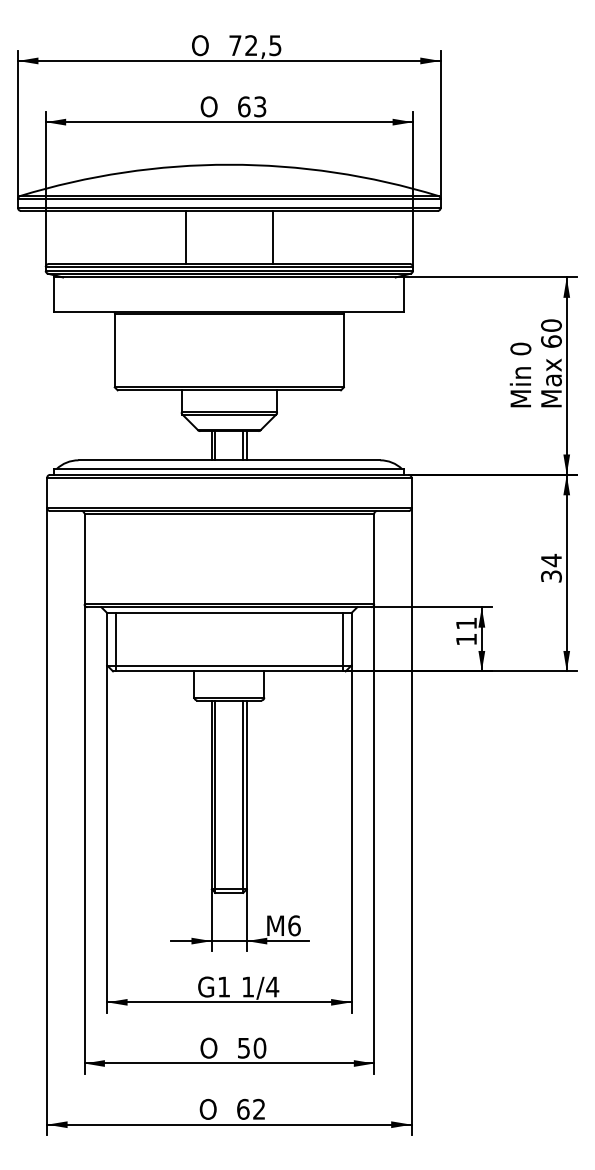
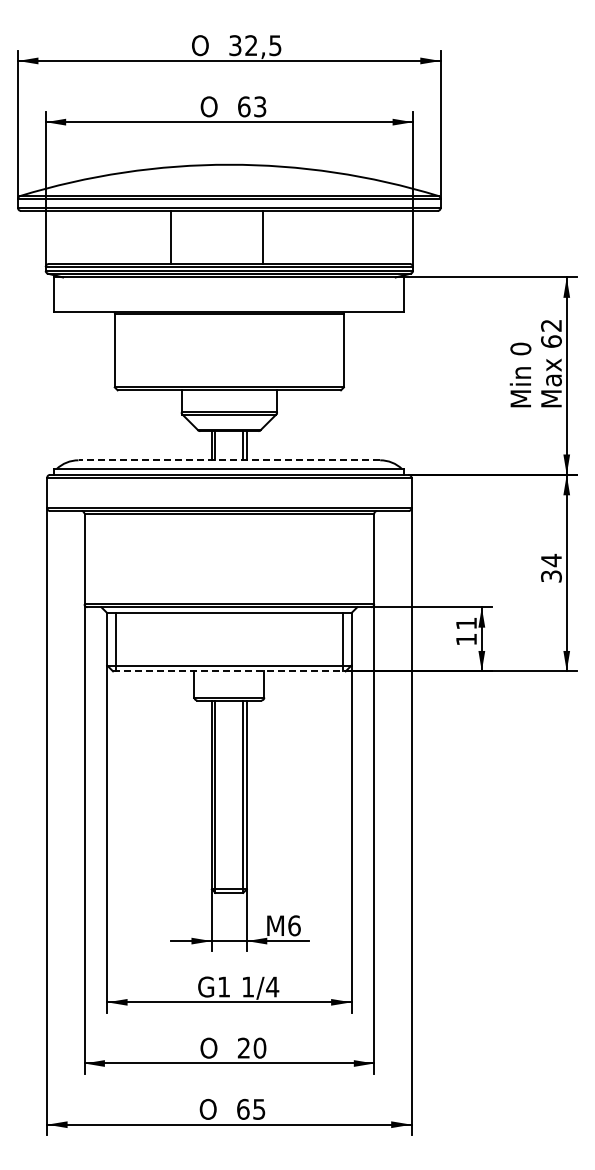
text at (235, 45): 72,5 -> 32,5
line at (185, 237) position: (185, 237) -> (170, 237)
line at (273, 237) position: (273, 237) -> (263, 237)
text at (551, 325): 60 -> 62
line at (229, 460): solid -> dashed
line at (229, 671): solid -> dashed
text at (243, 1047): 50 -> 20
text at (259, 1108): 62 -> 65
